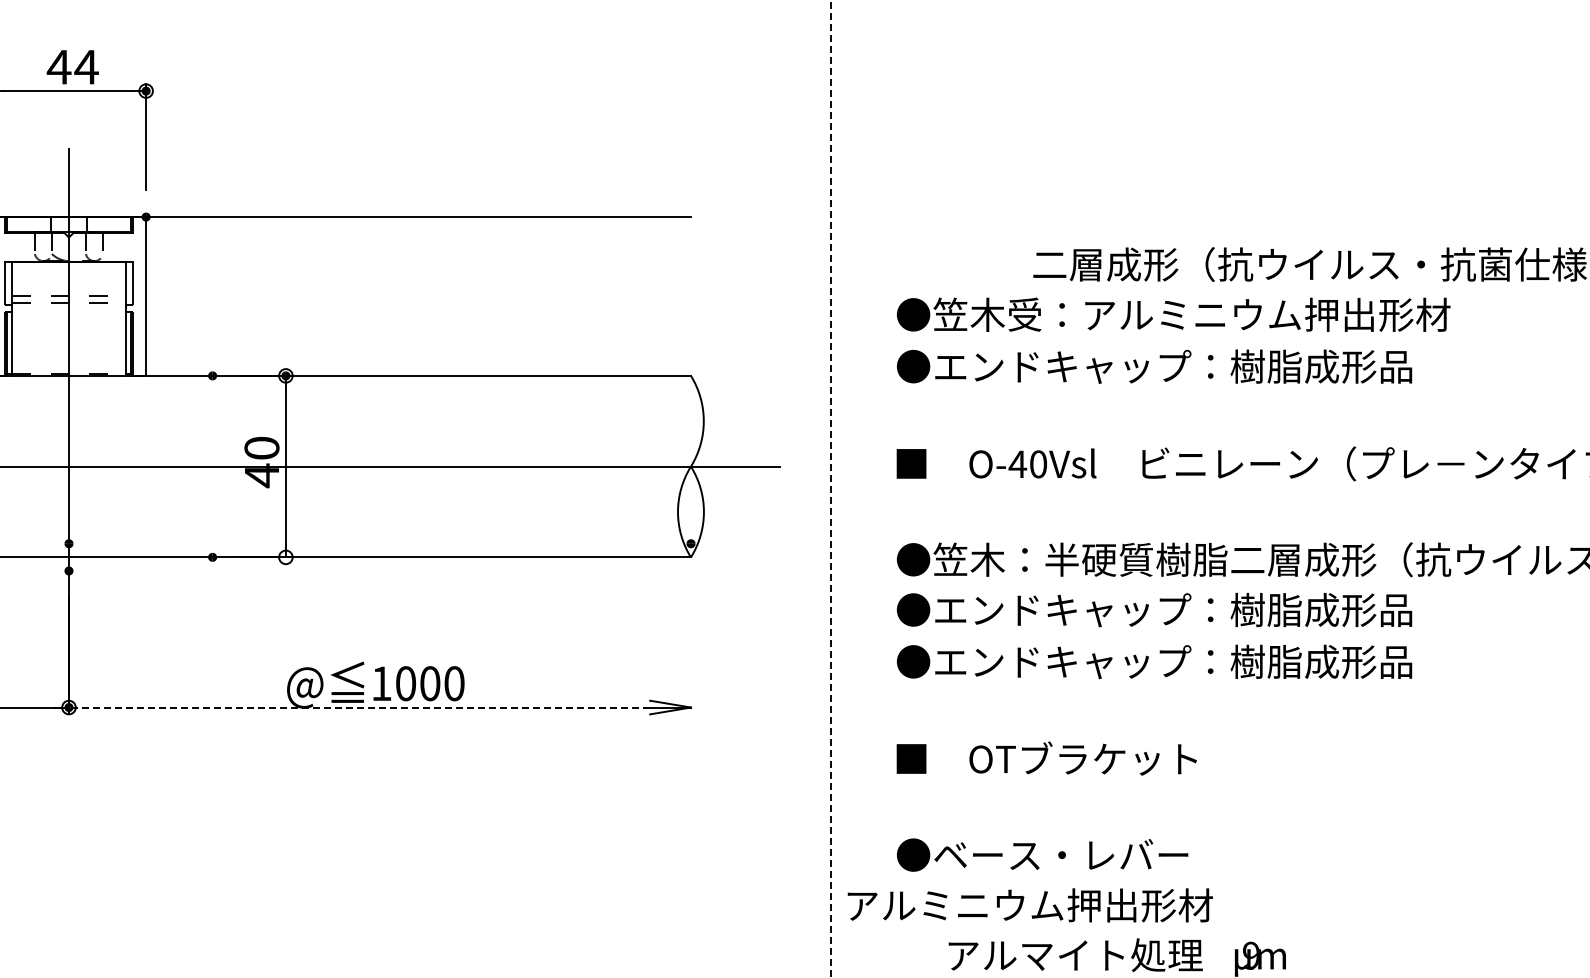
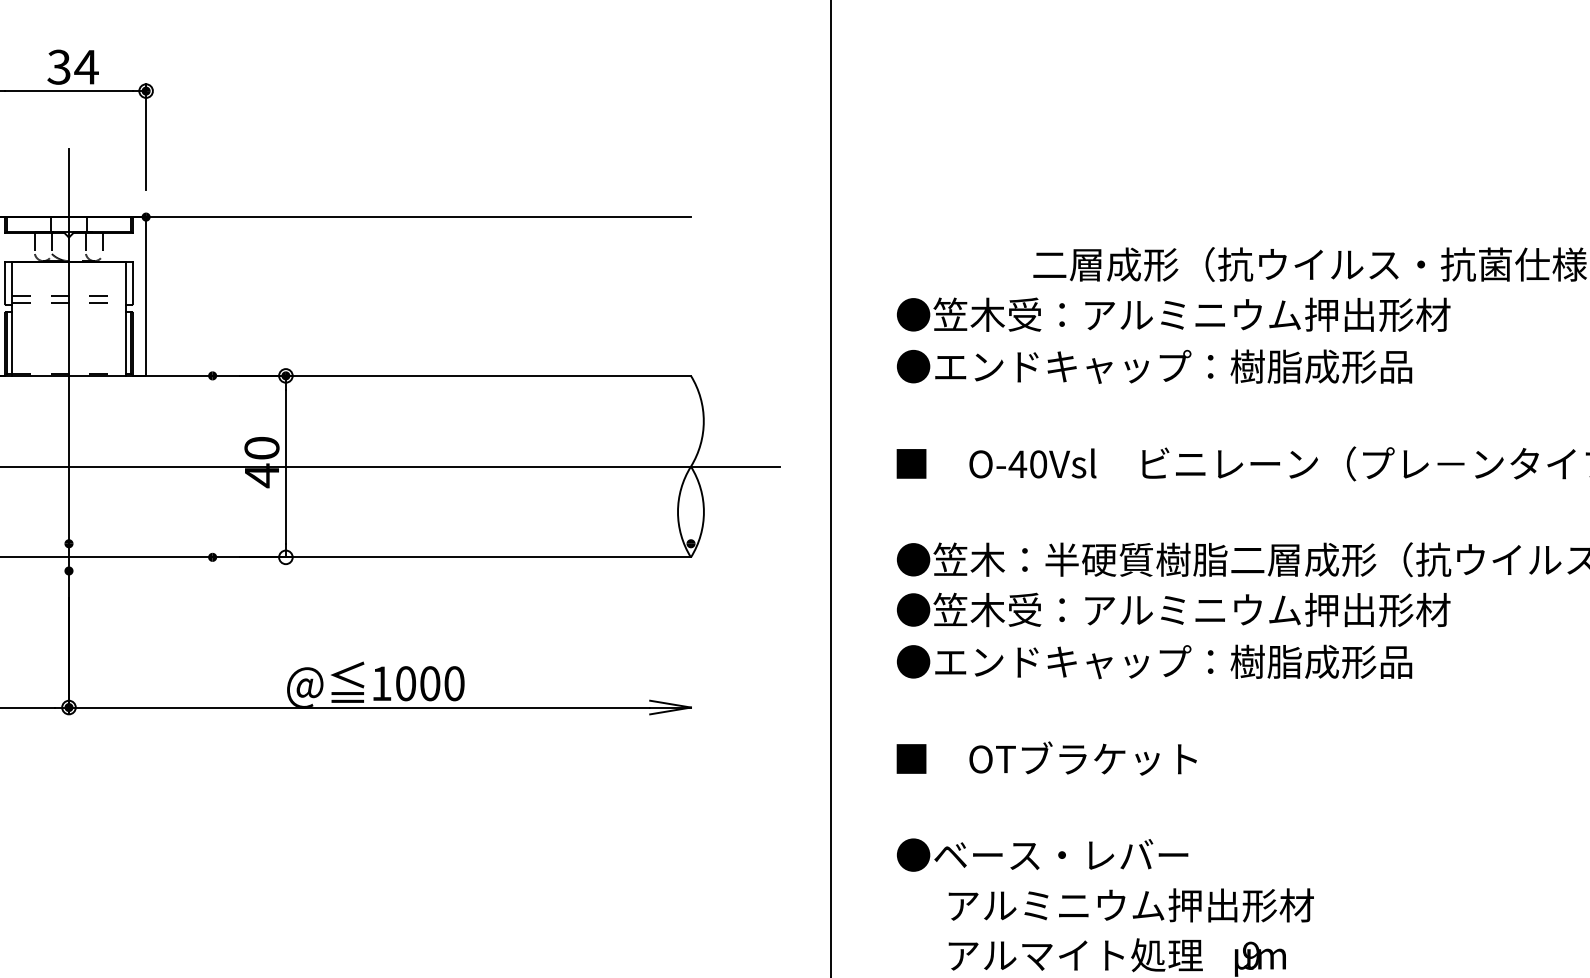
text at (58, 66): 44 -> 34
line at (830, 489): dashed -> solid
text at (1191, 609): ●エンドキャップ：樹脂成形品 -> ●笠木受：アルミニウム押出形材
line at (359, 707): dashed -> solid
text at (1029, 905) position: (1029, 905) -> (1130, 905)
